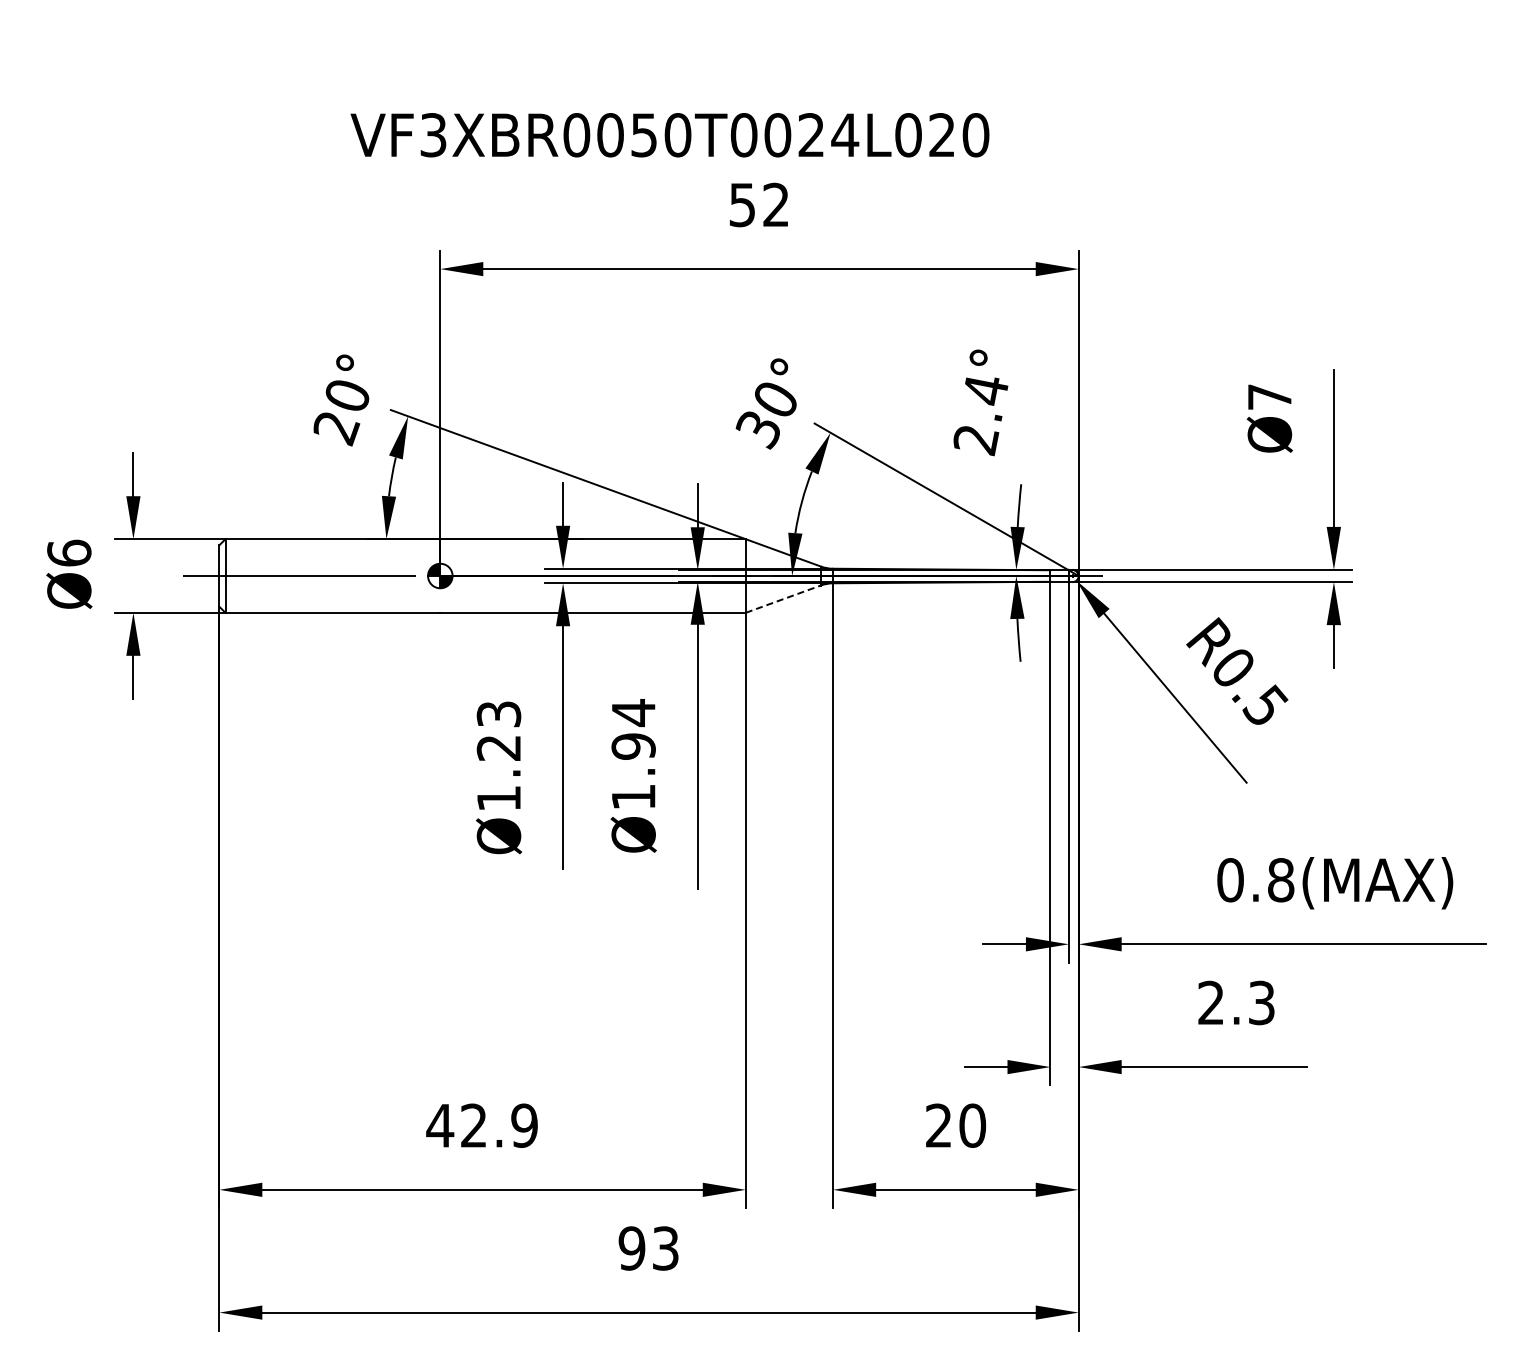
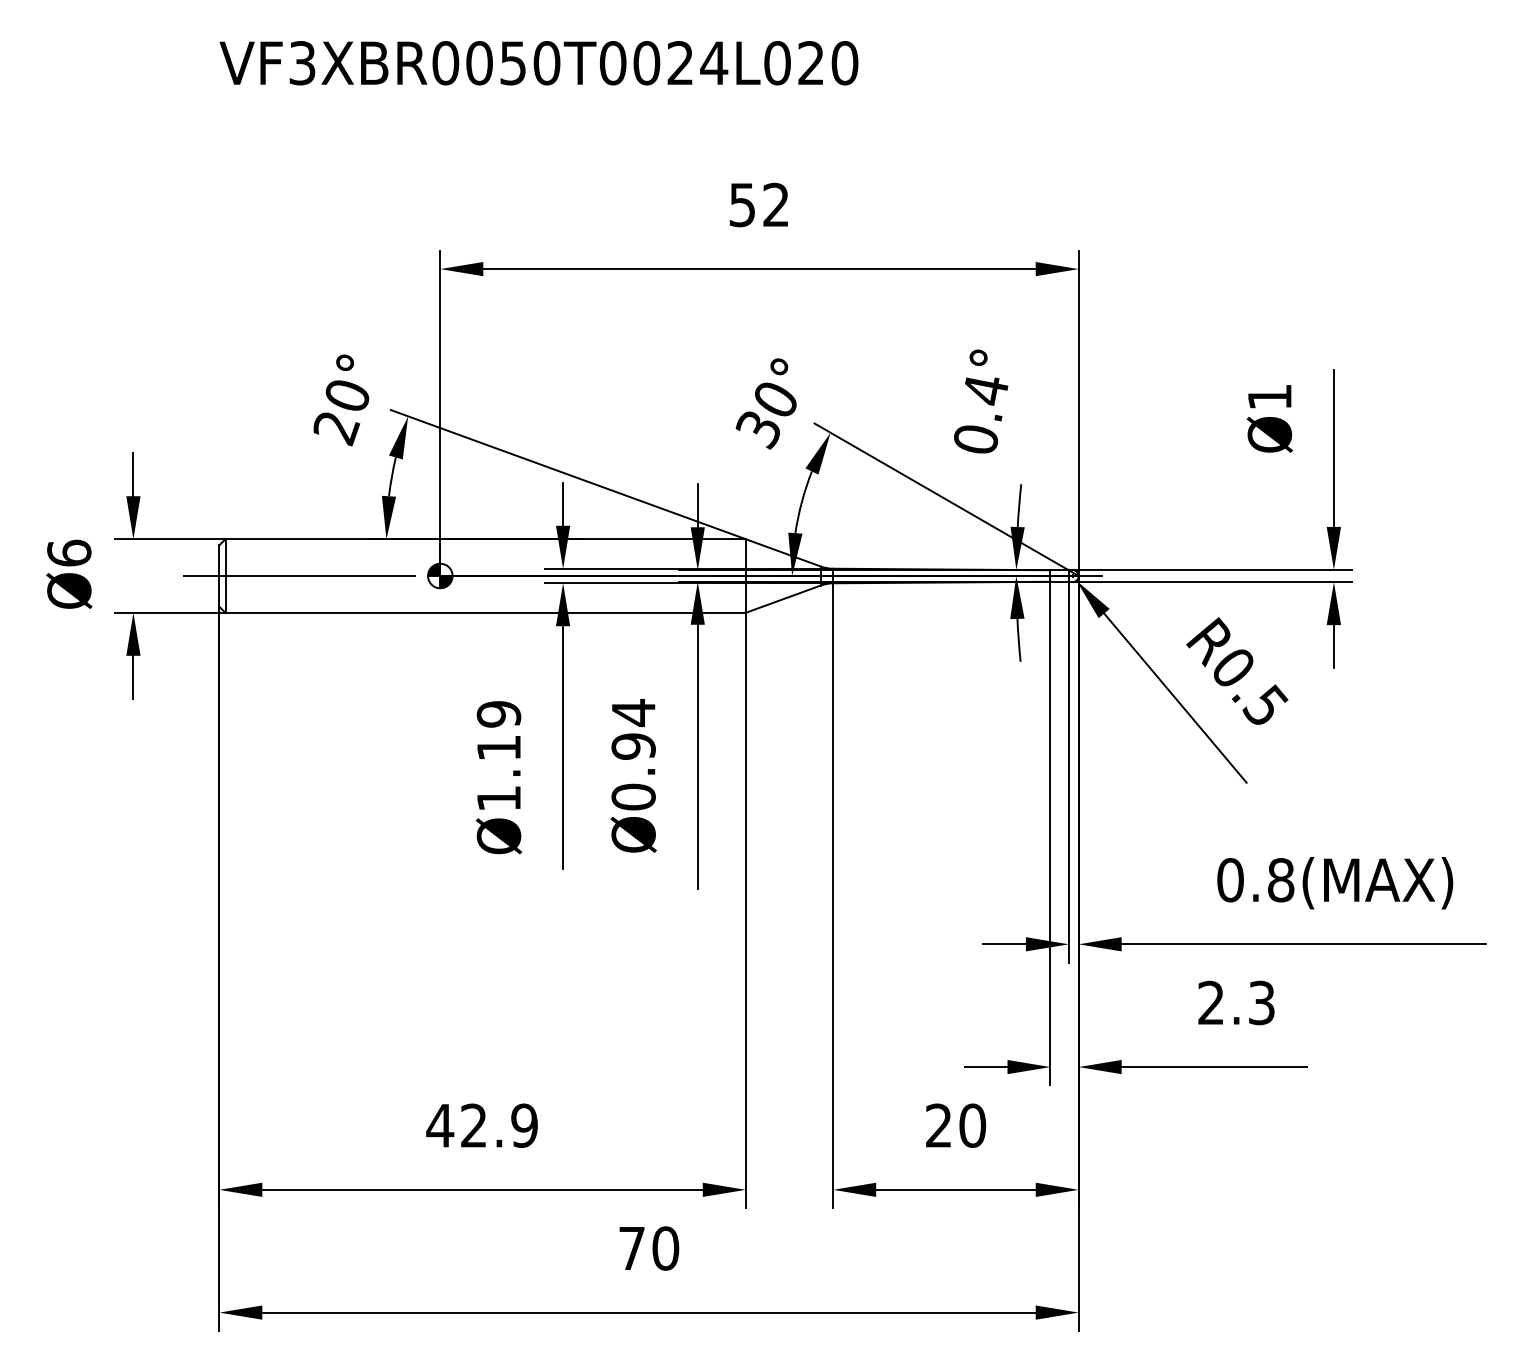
text at (669, 135) position: (669, 135) -> (538, 63)
text at (1269, 396): Ø7 -> Ø1
text at (976, 440): 2.4° -> 0.4°
line at (783, 599): dashed -> solid
text at (498, 730): Ø1.23 -> Ø1.19
text at (633, 796): Ø1.94 -> Ø0.94
text at (648, 1248): 93 -> 70
